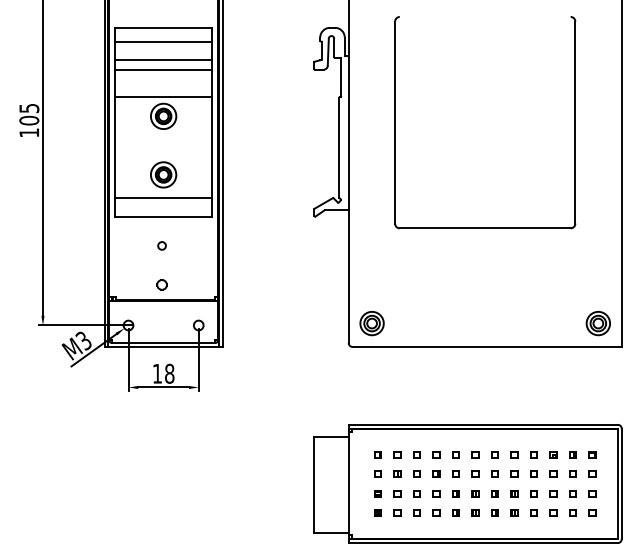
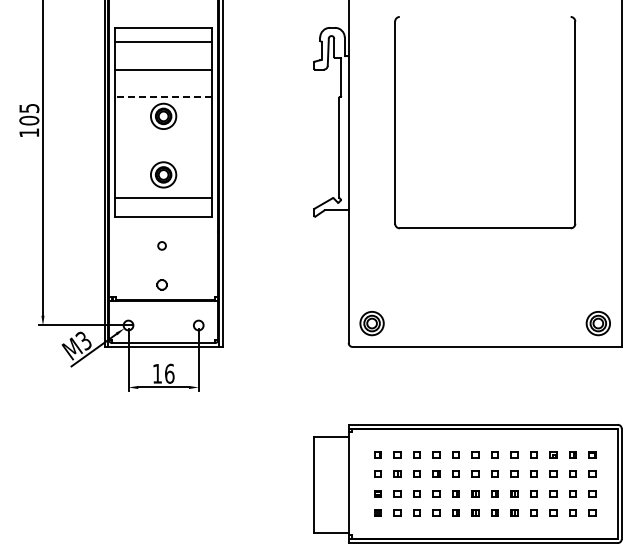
line at (163, 60): present -> none
line at (163, 96): solid -> dashed
text at (169, 373): 18 -> 16
